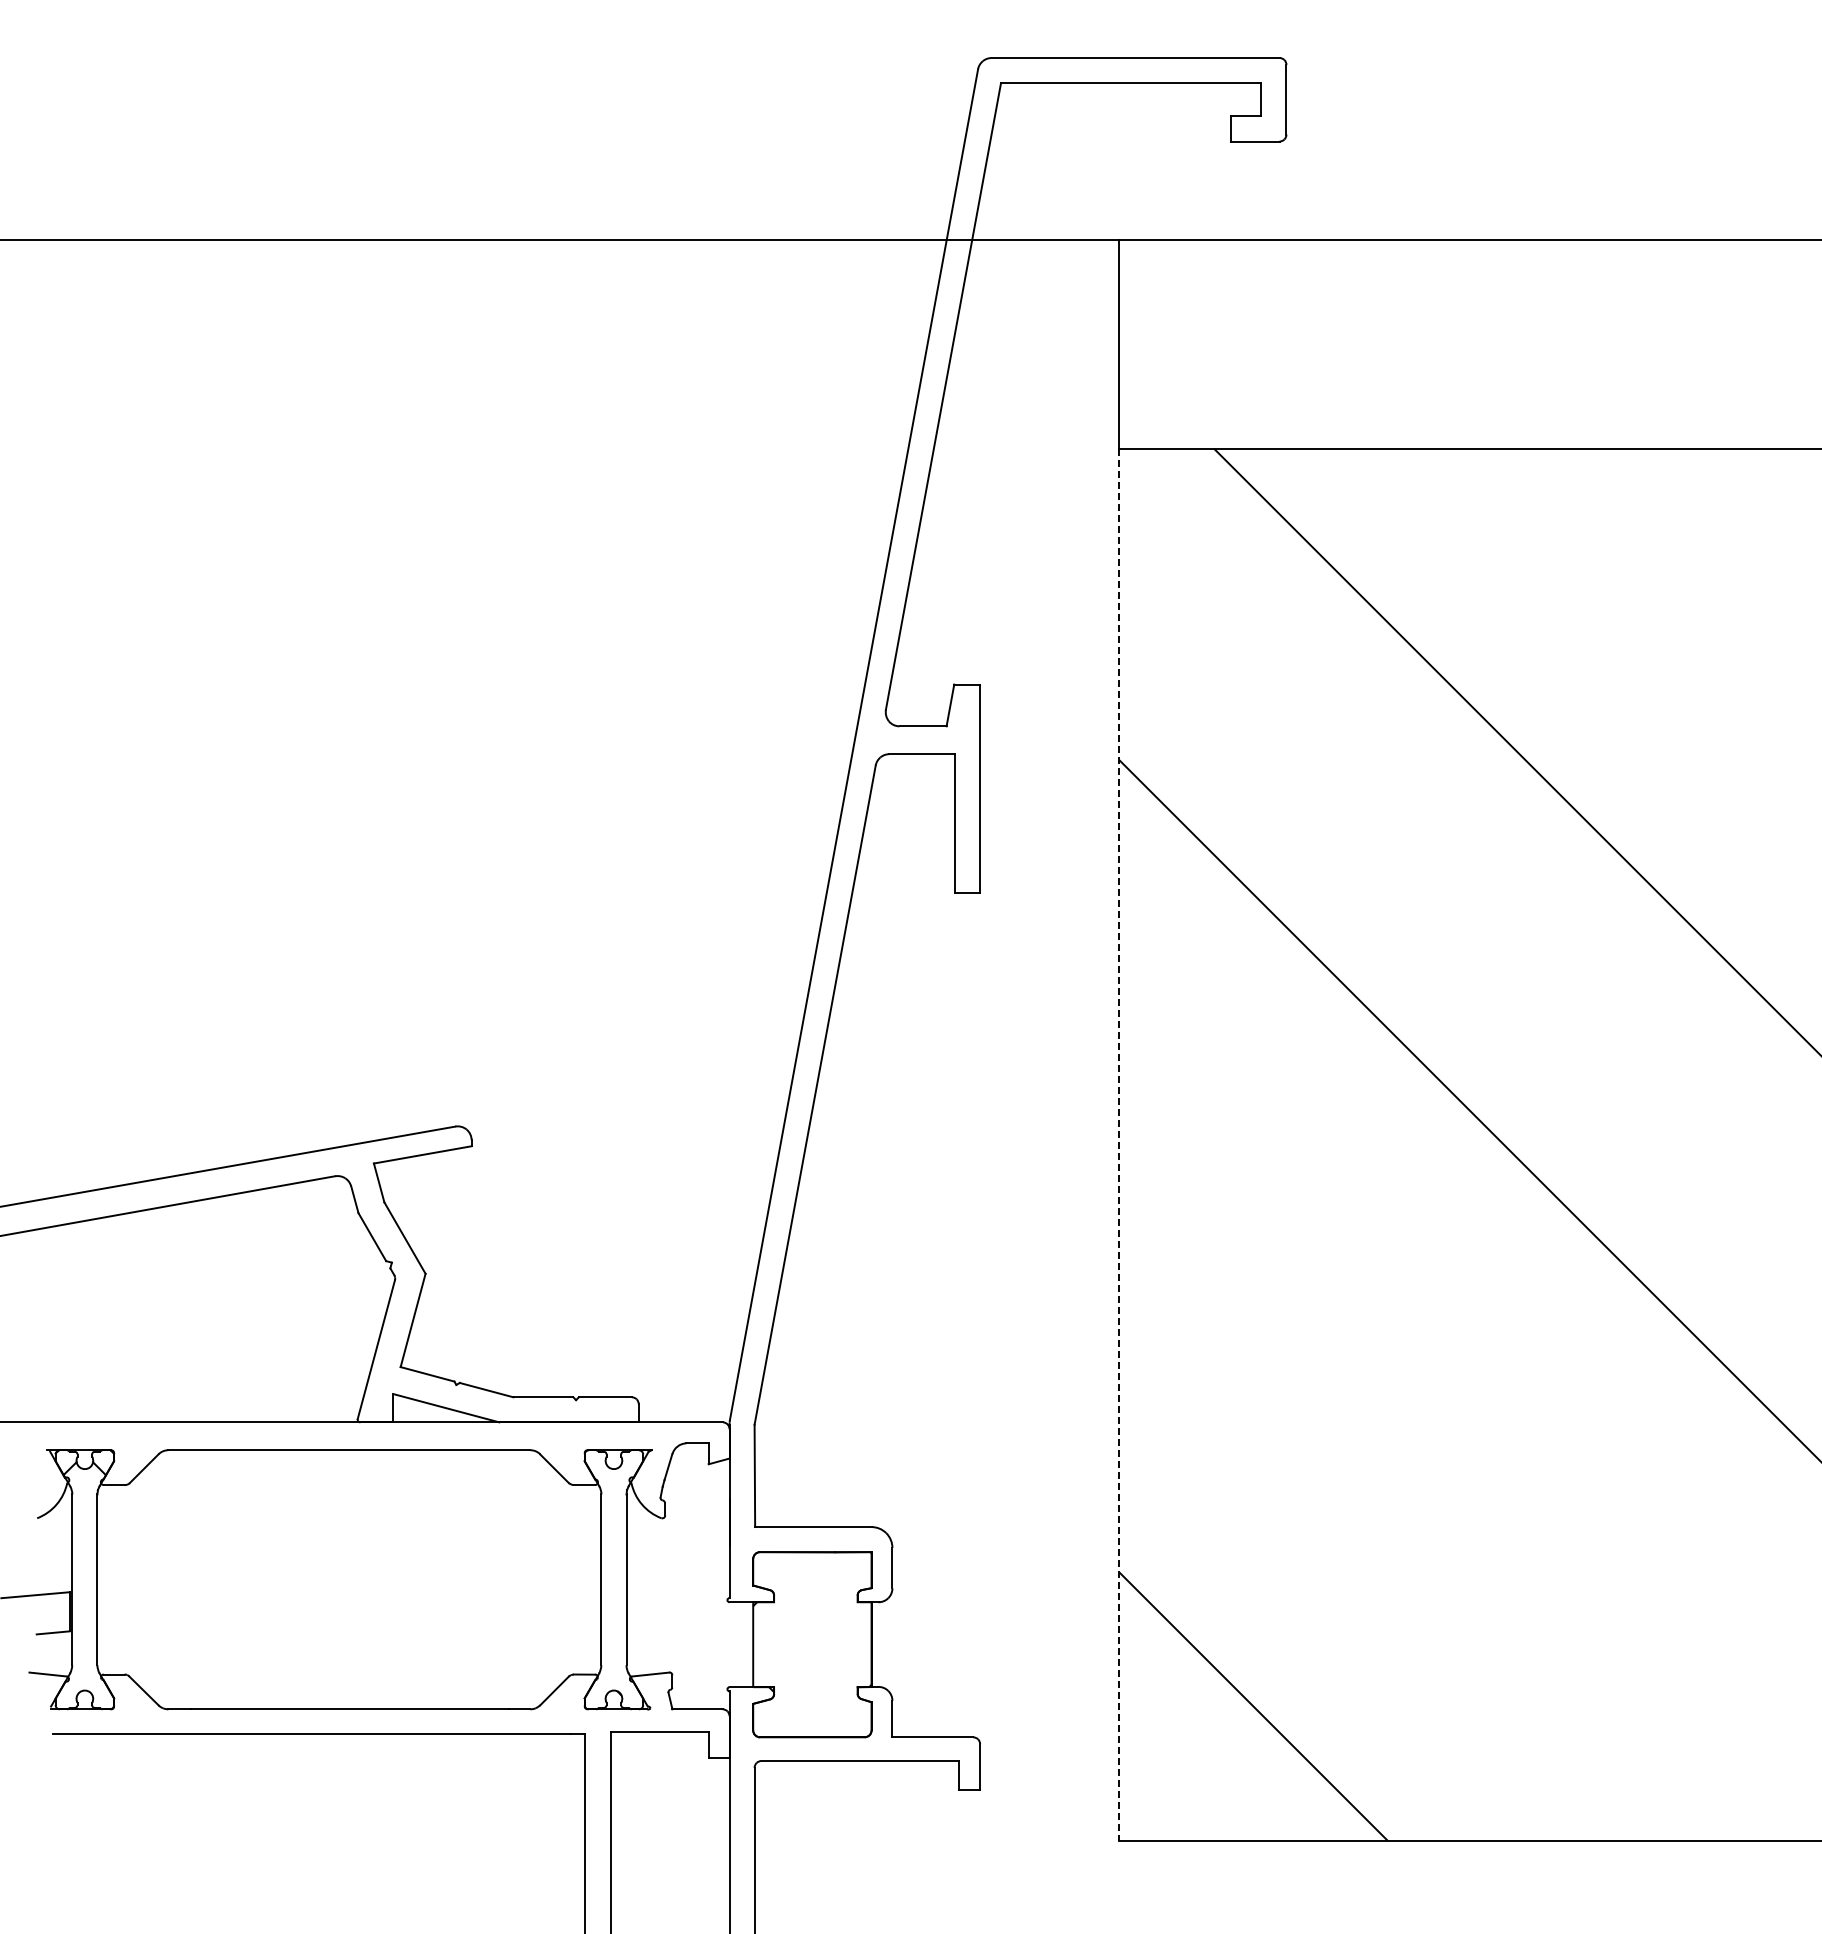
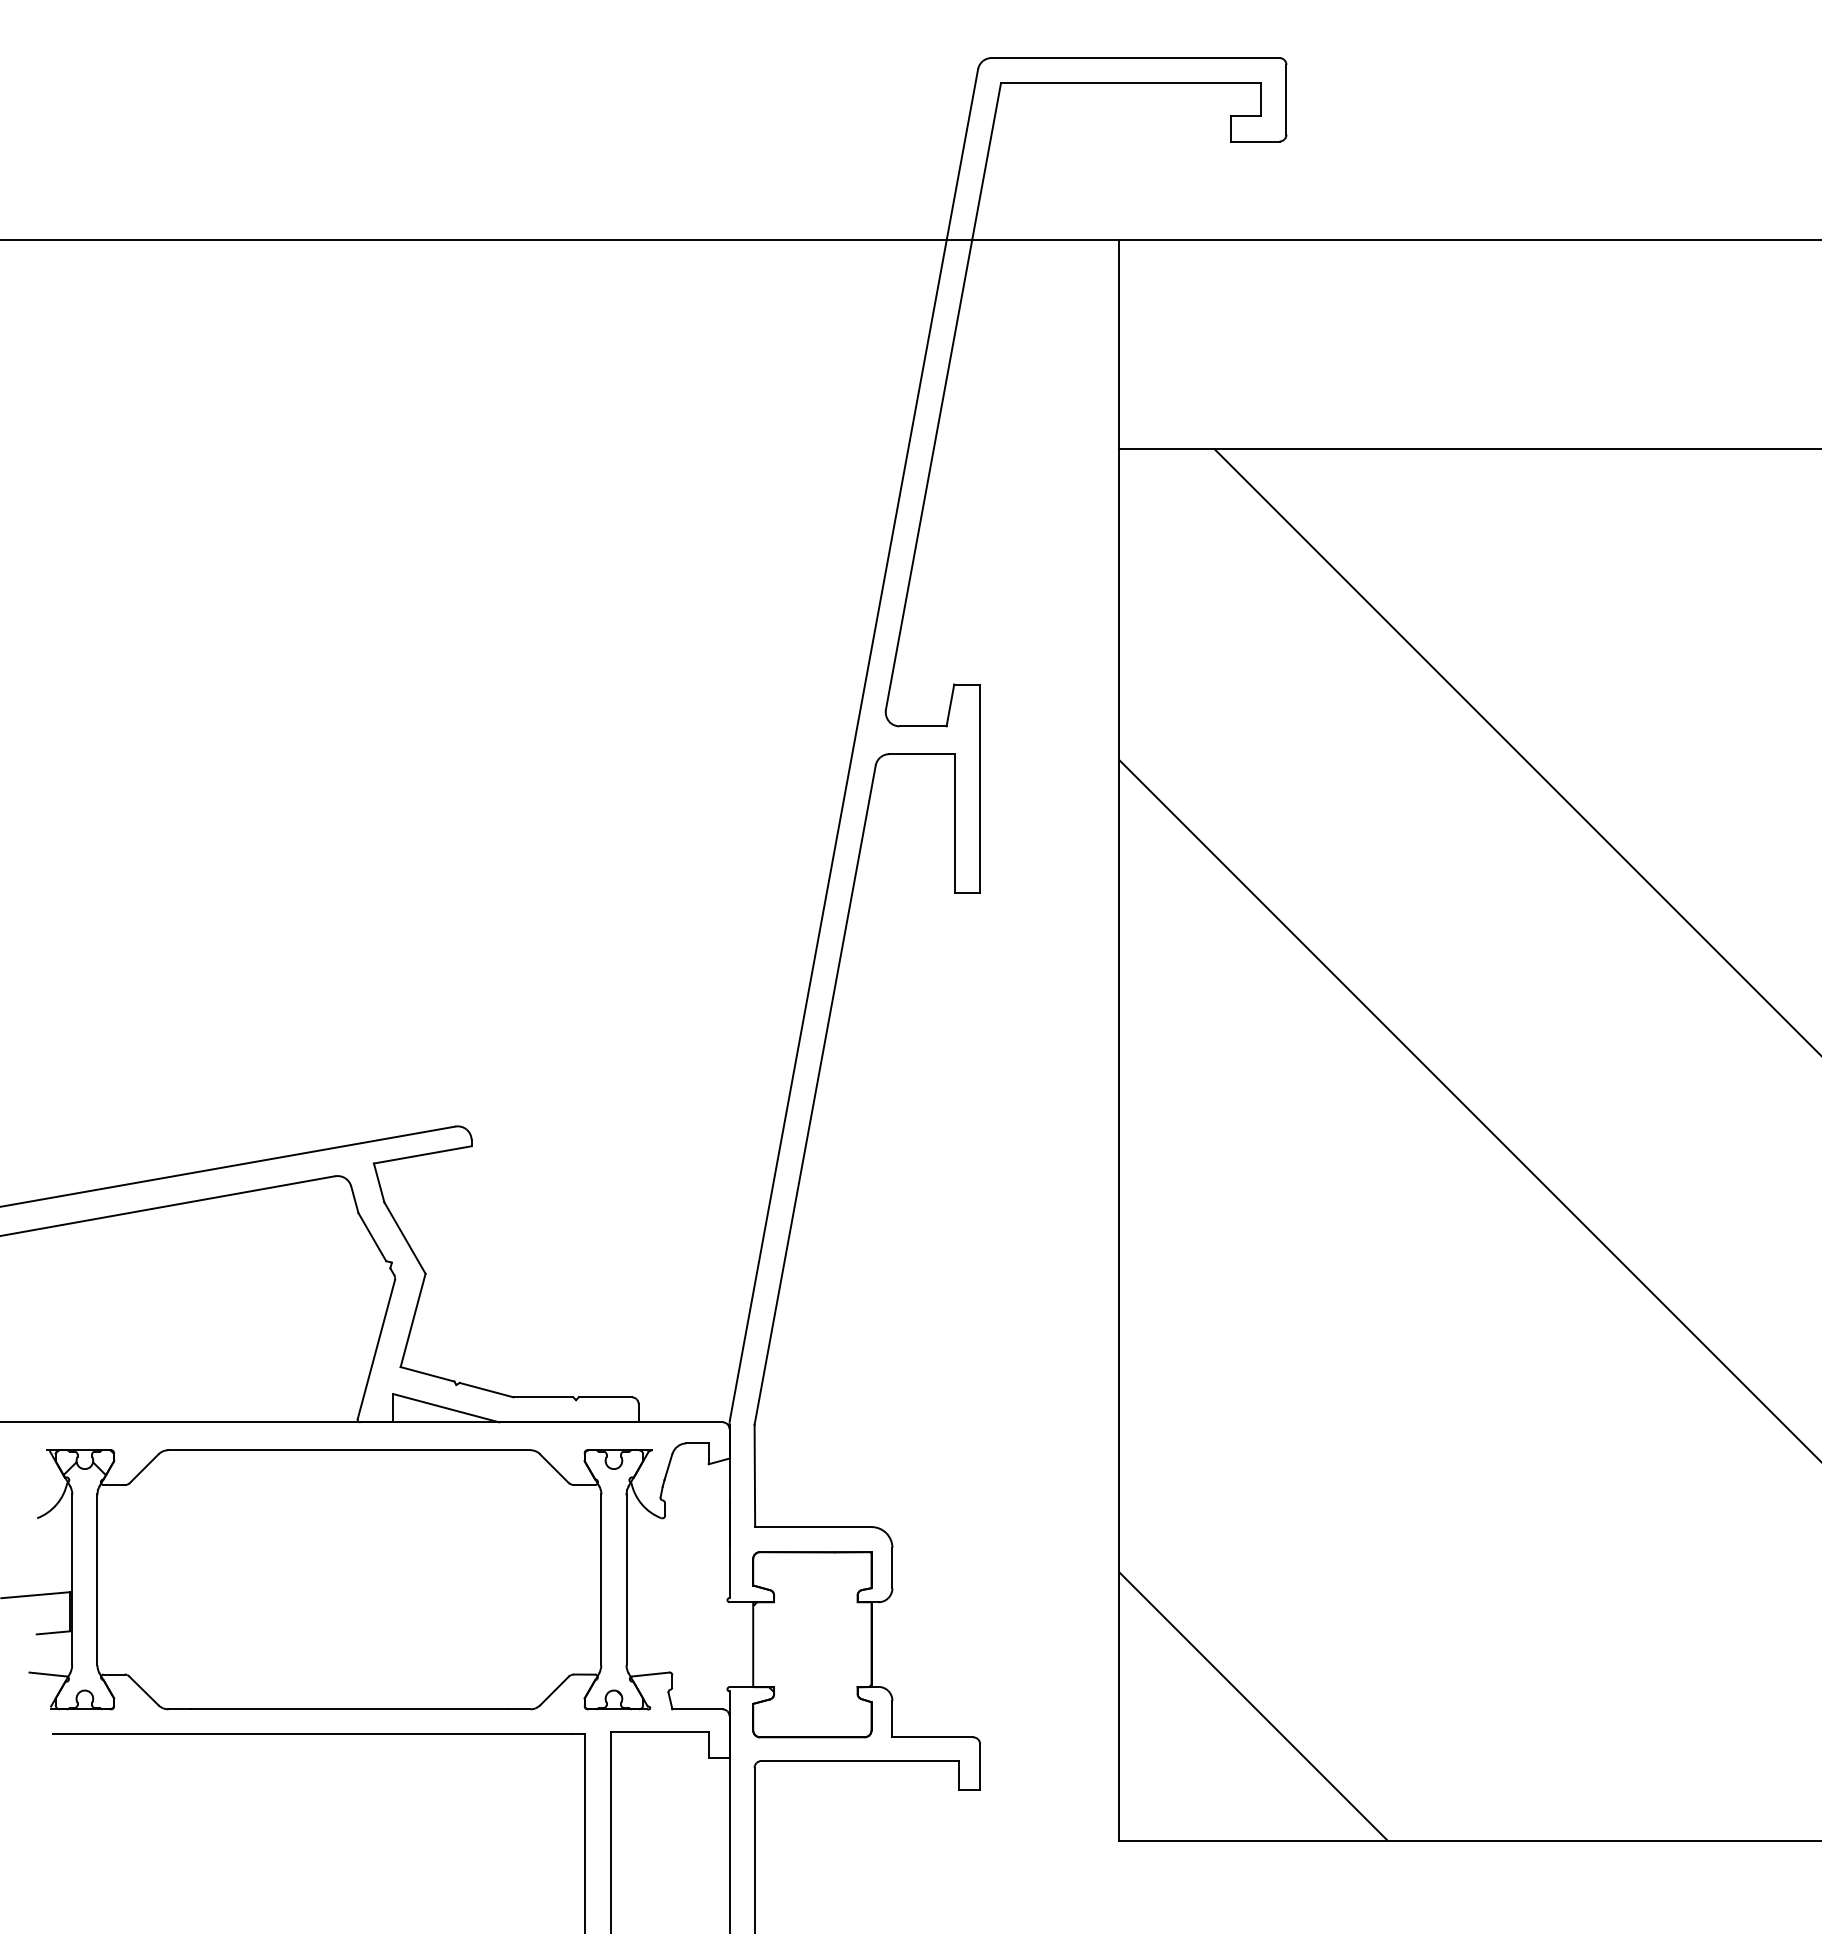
line at (1119, 1145): dashed -> solid
